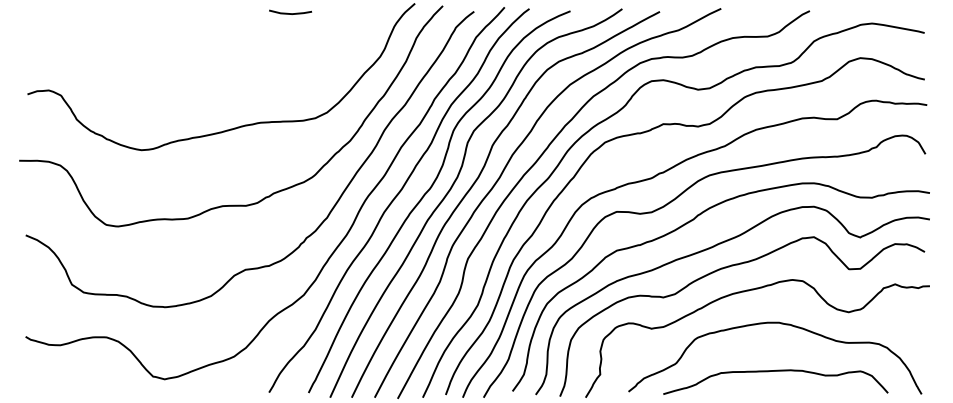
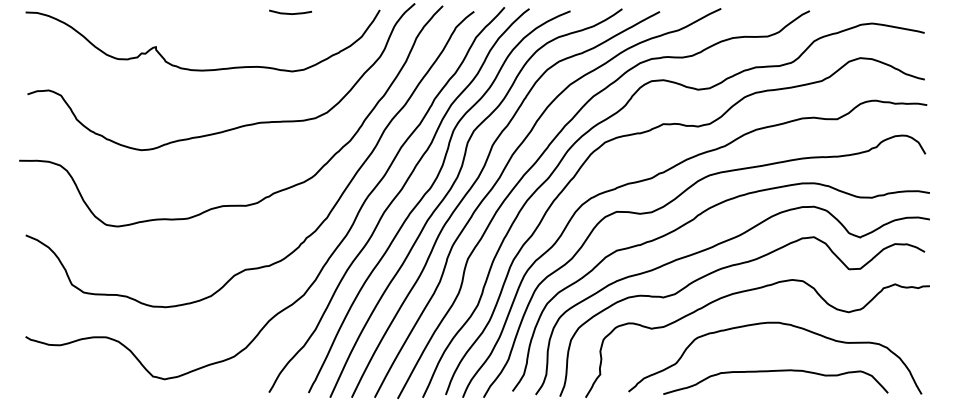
curve at (202, 69): none -> present
